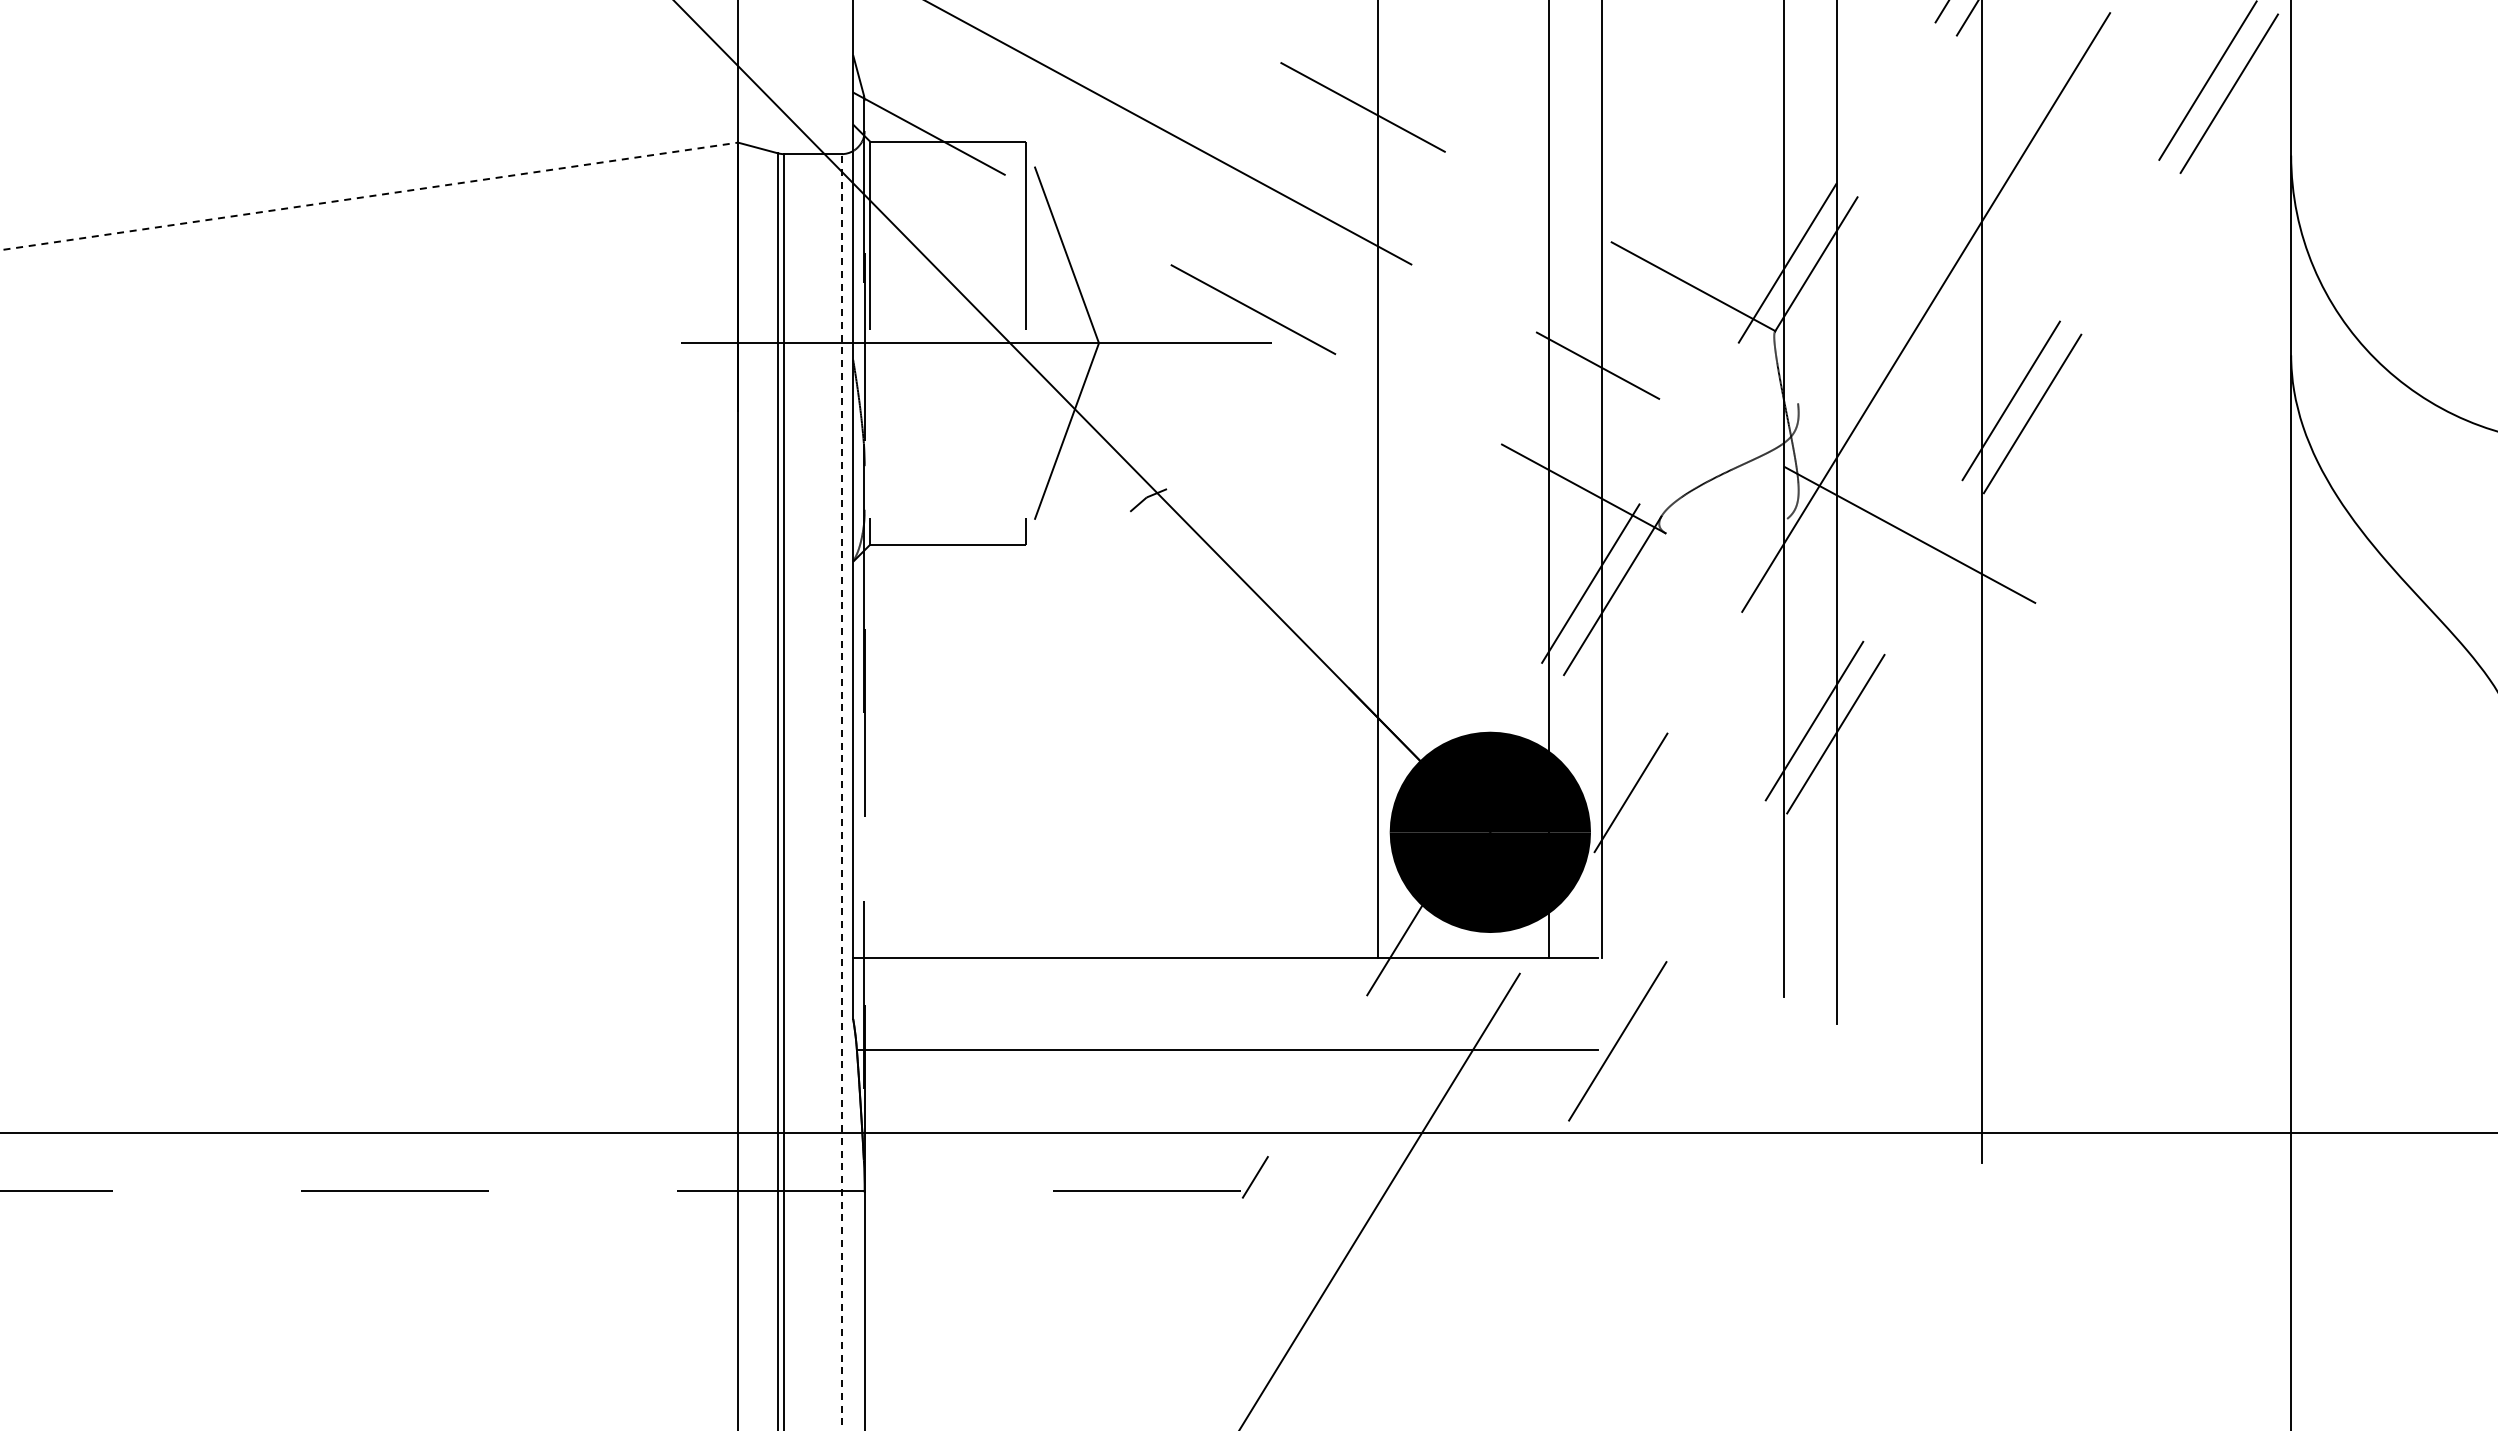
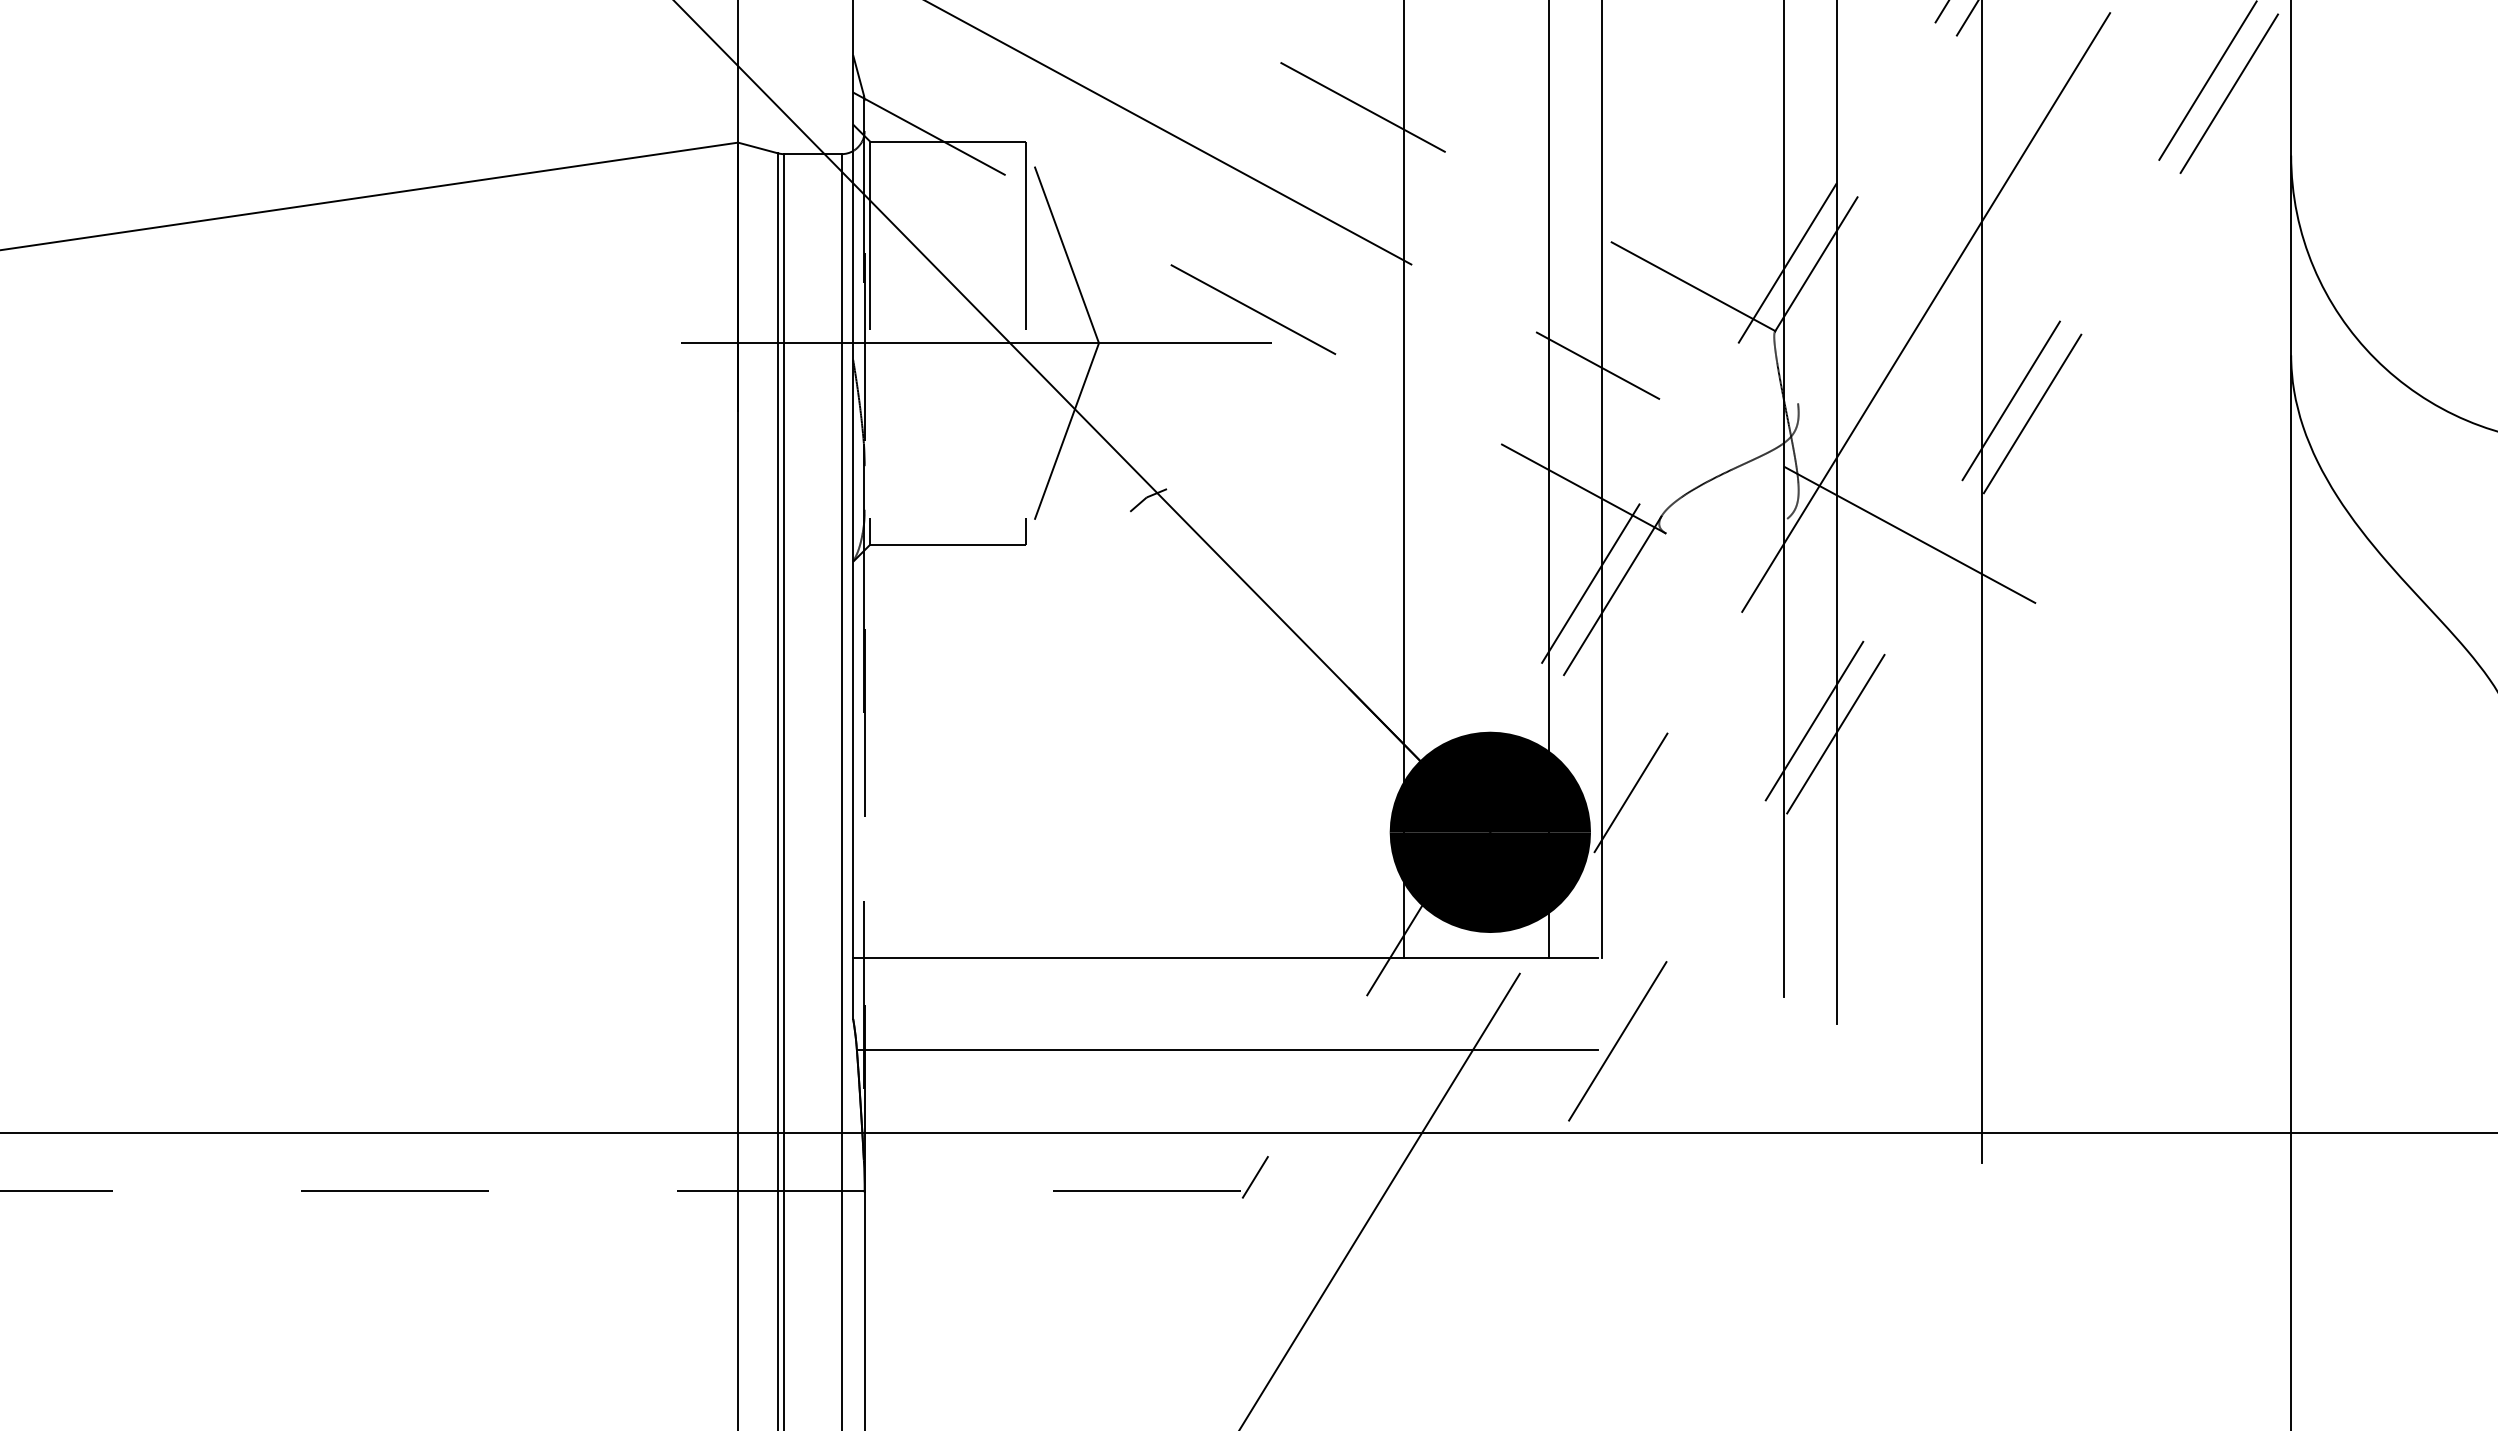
line at (370, 196): dashed -> solid
line at (1377, 480) position: (1377, 480) -> (1403, 480)
line at (841, 792): dashed -> solid
